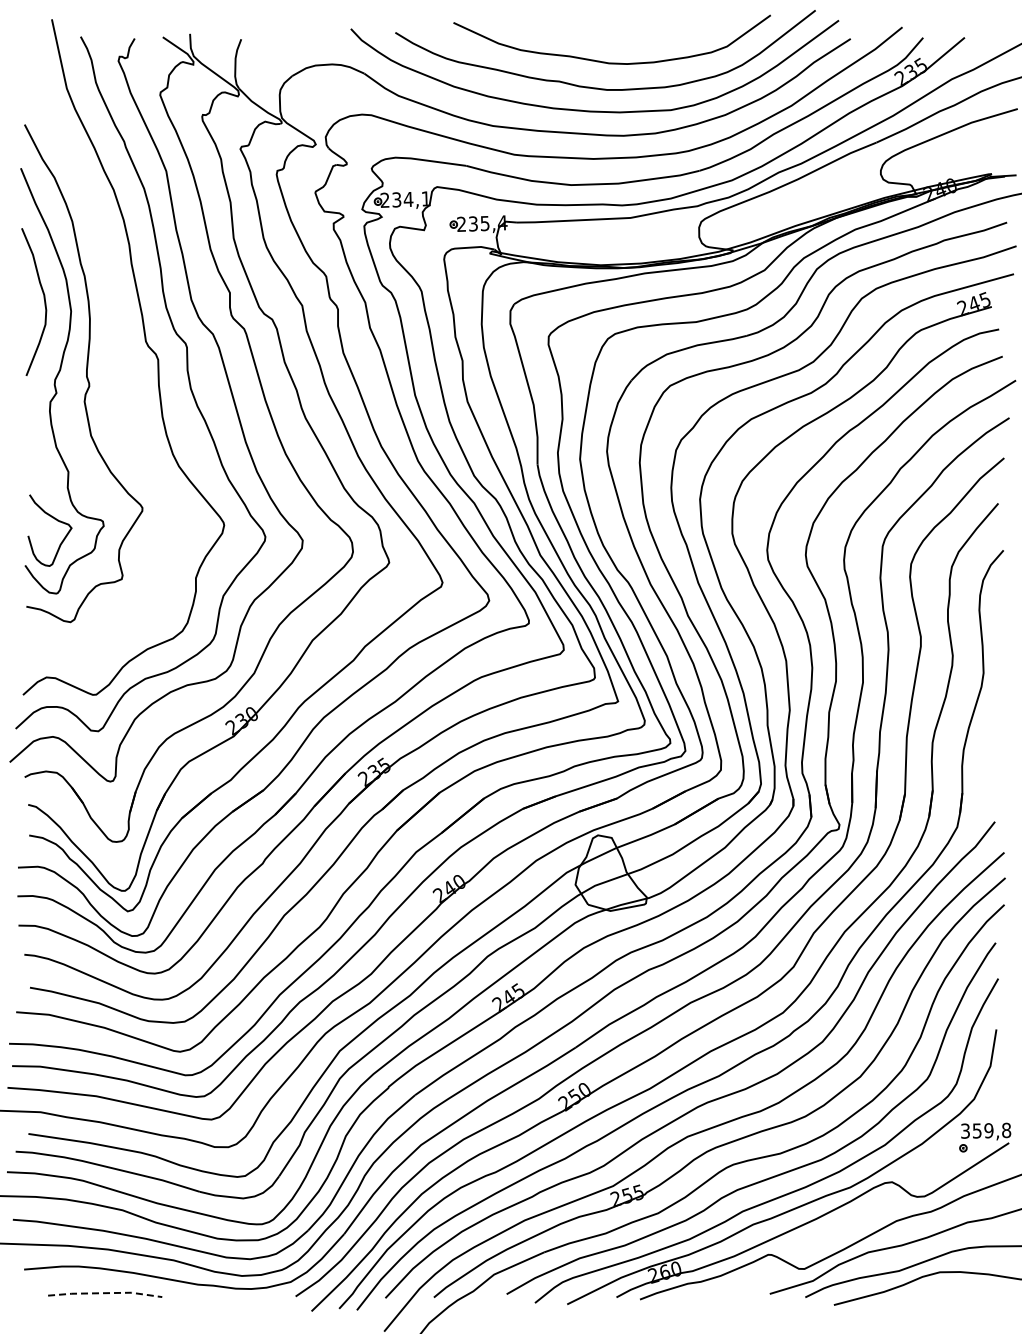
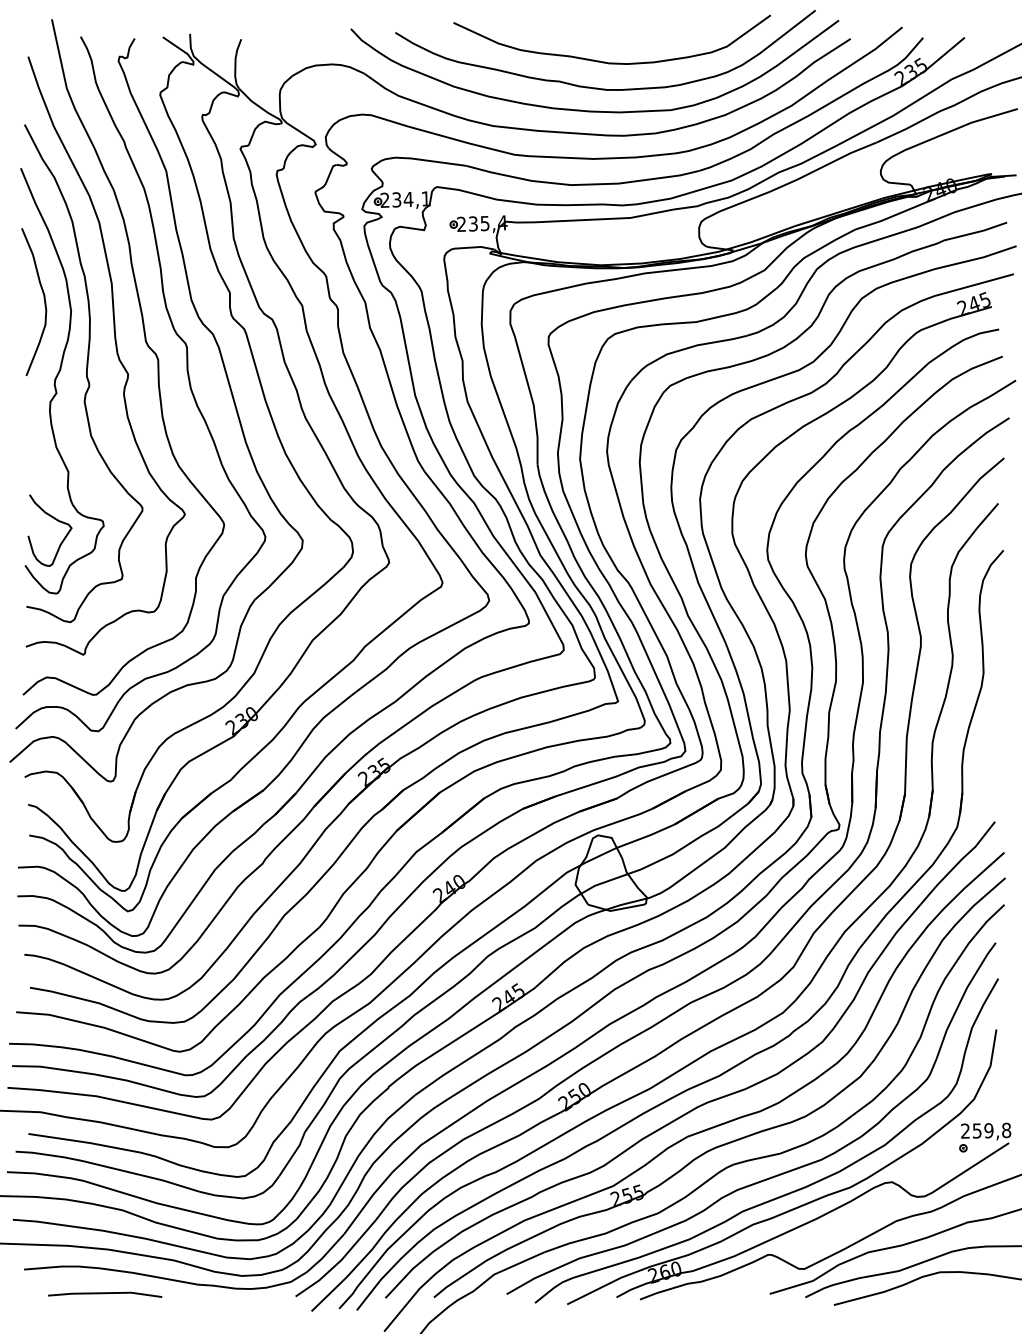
curve at (116, 354): none -> present
text at (965, 1131): 359,8 -> 259,8
line at (105, 1293): dashed -> solid
